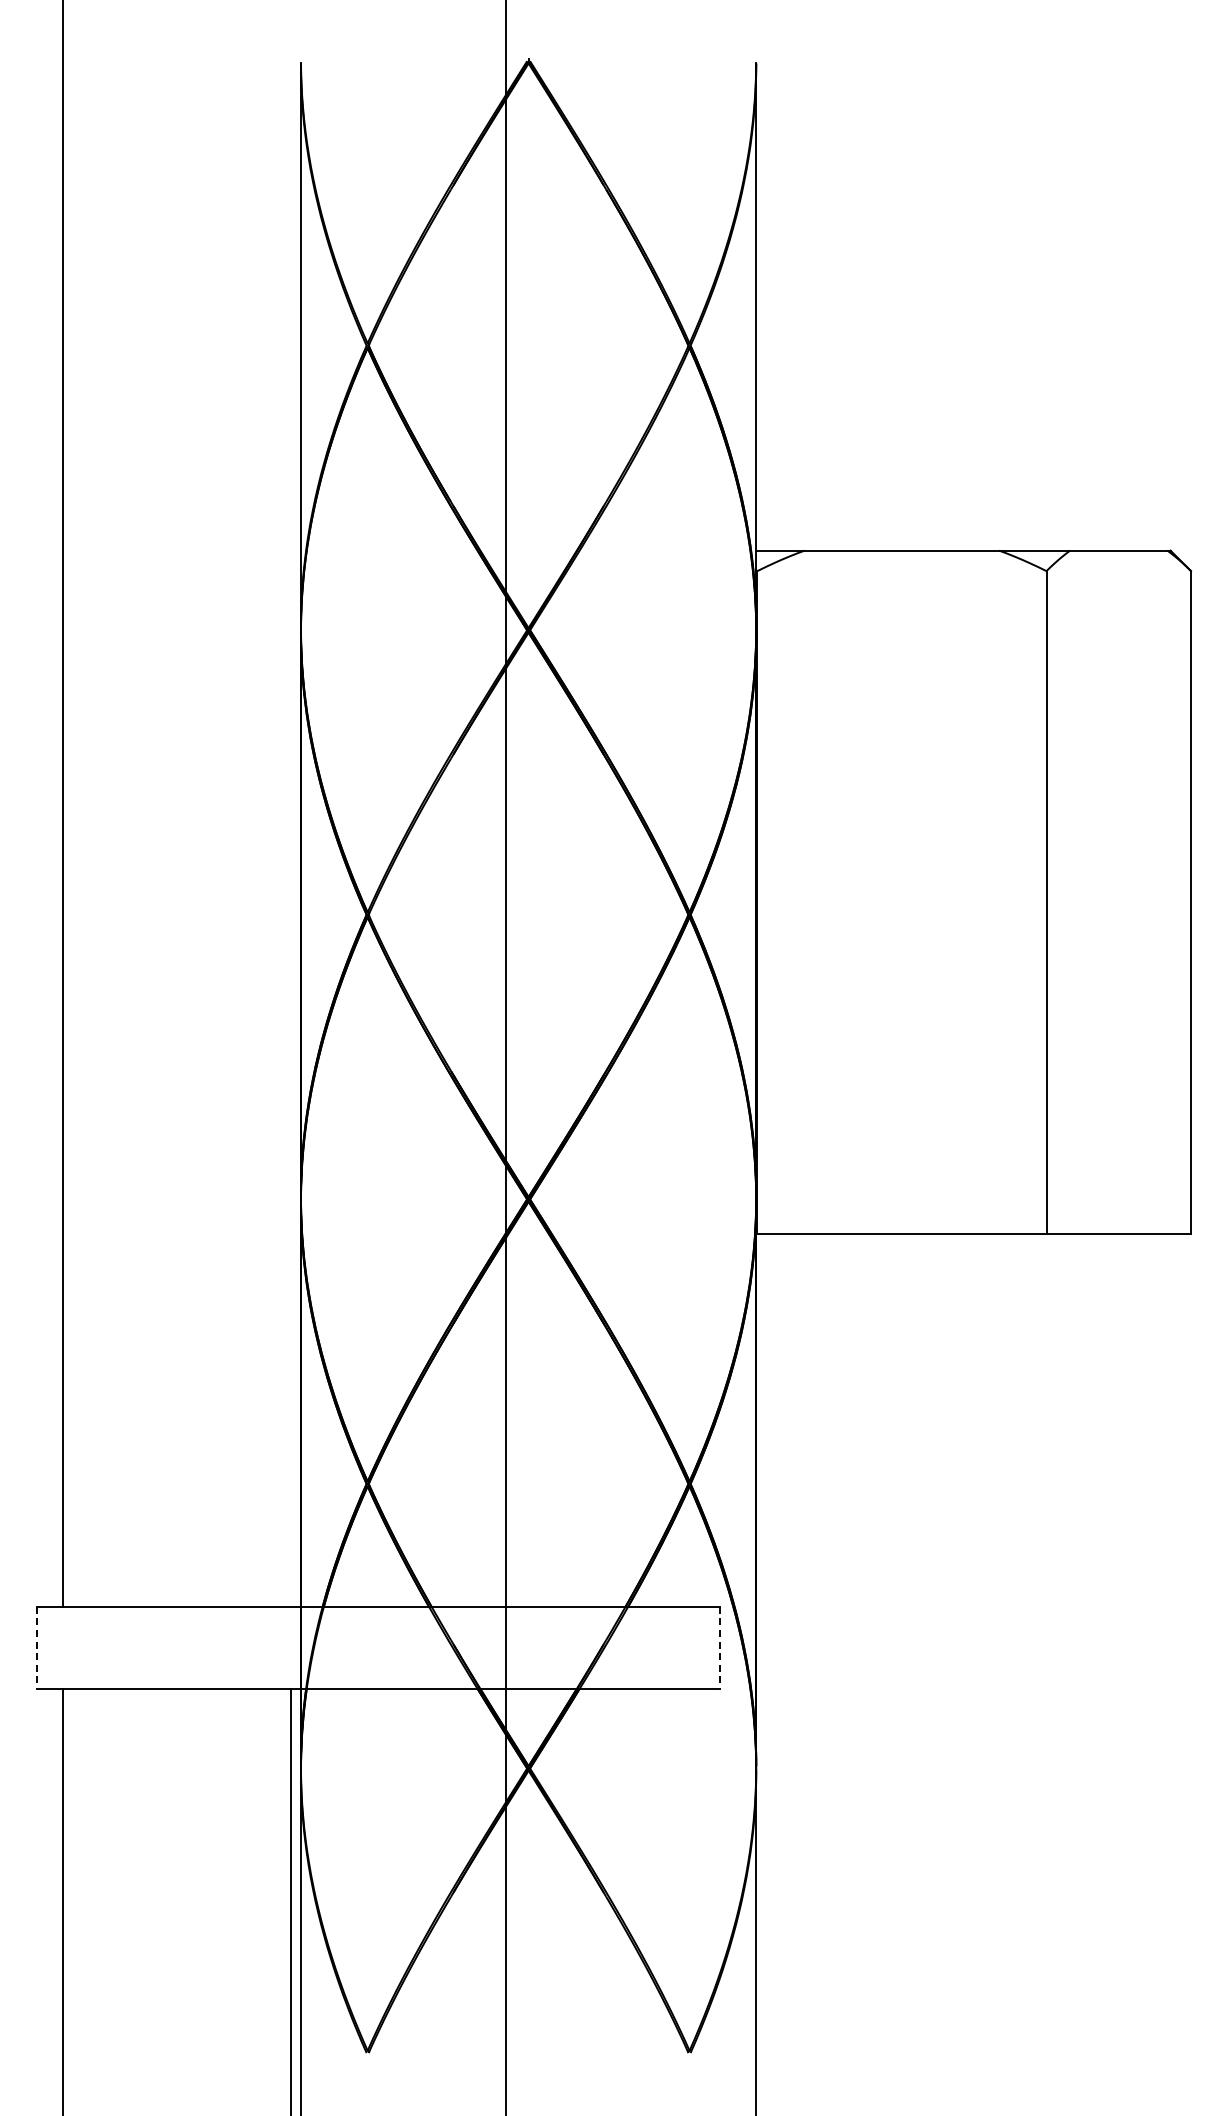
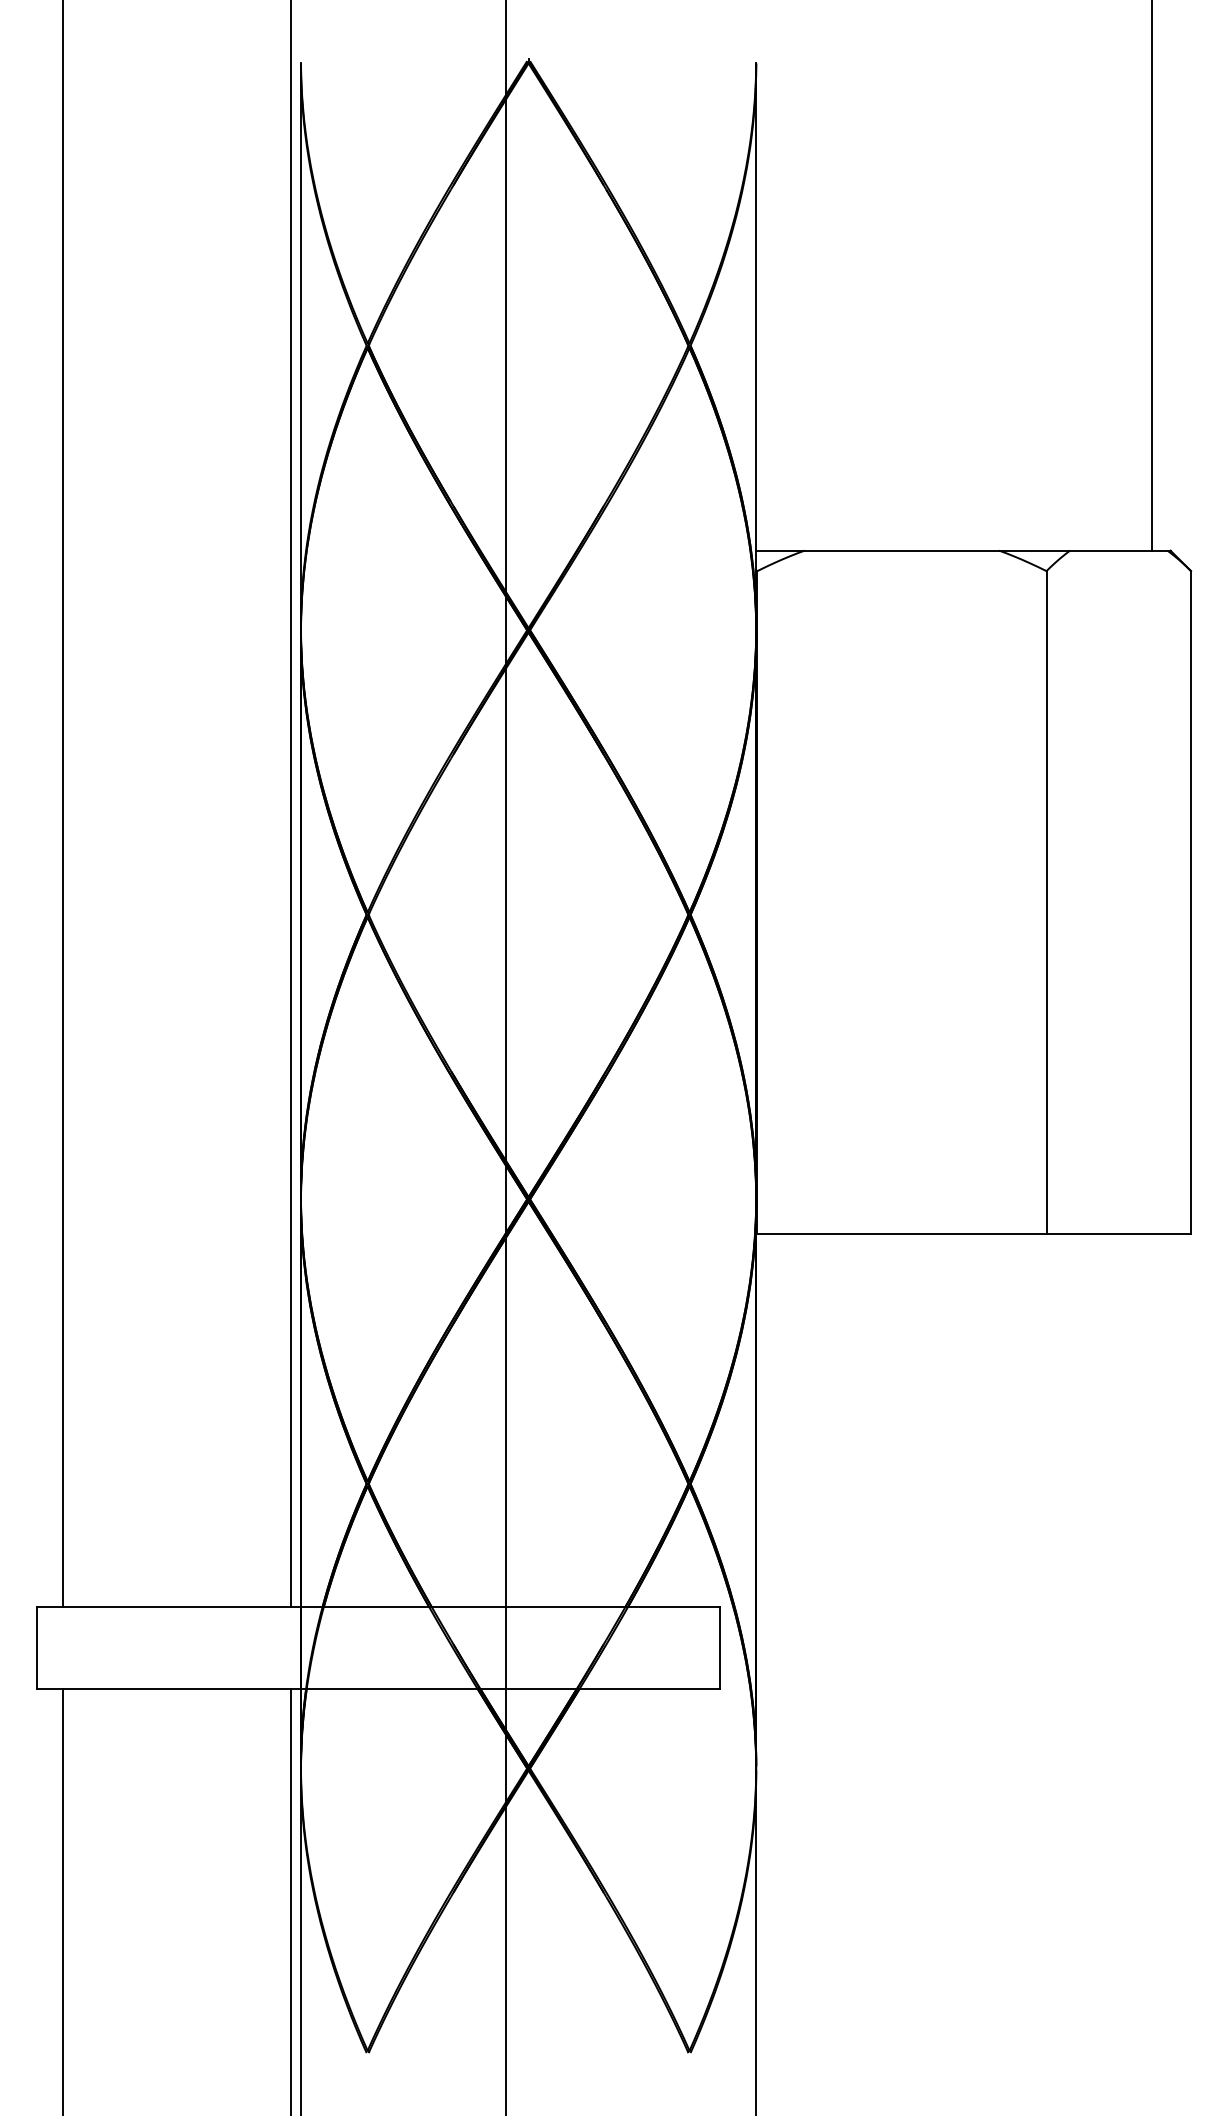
line at (1152, 276): none -> present
line at (290, 804): none -> present
line at (36, 1647): dashed -> solid
line at (719, 1647): dashed -> solid
